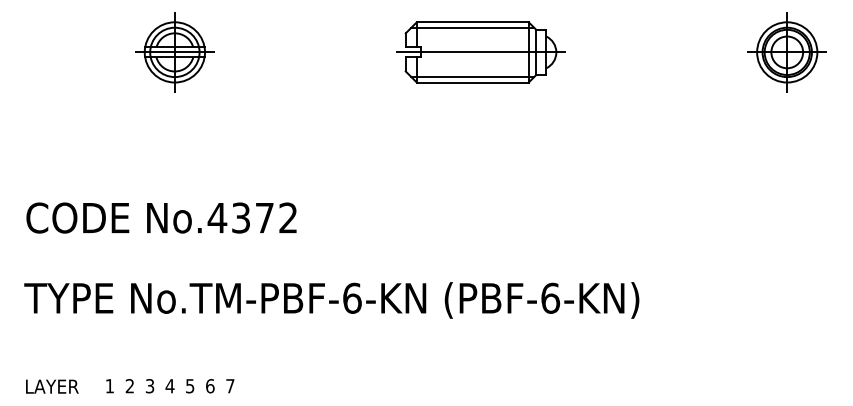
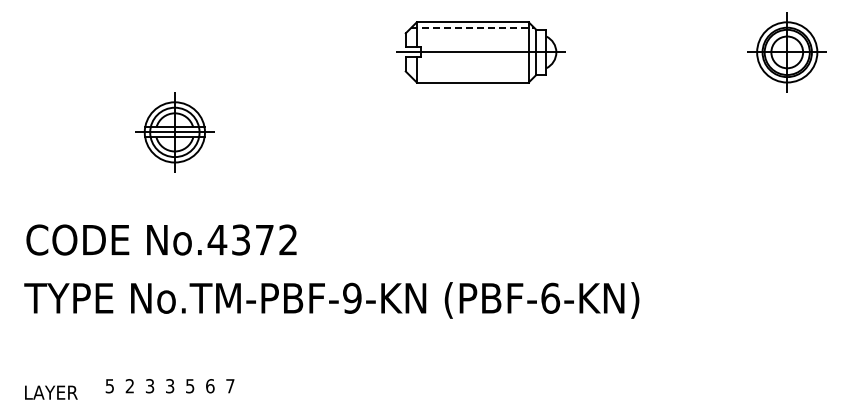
line at (473, 27): solid -> dashed
part at (174, 52) position: (174, 52) -> (174, 132)
line at (472, 77): present -> none
text at (161, 217) position: (161, 217) -> (161, 239)
text at (352, 297): No.TM-PBF-6-KN -> No.TM-PBF-9-KN
text at (52, 386) position: (52, 386) -> (51, 392)
text at (109, 386): 1 -> 5
text at (169, 386): 4 -> 3
